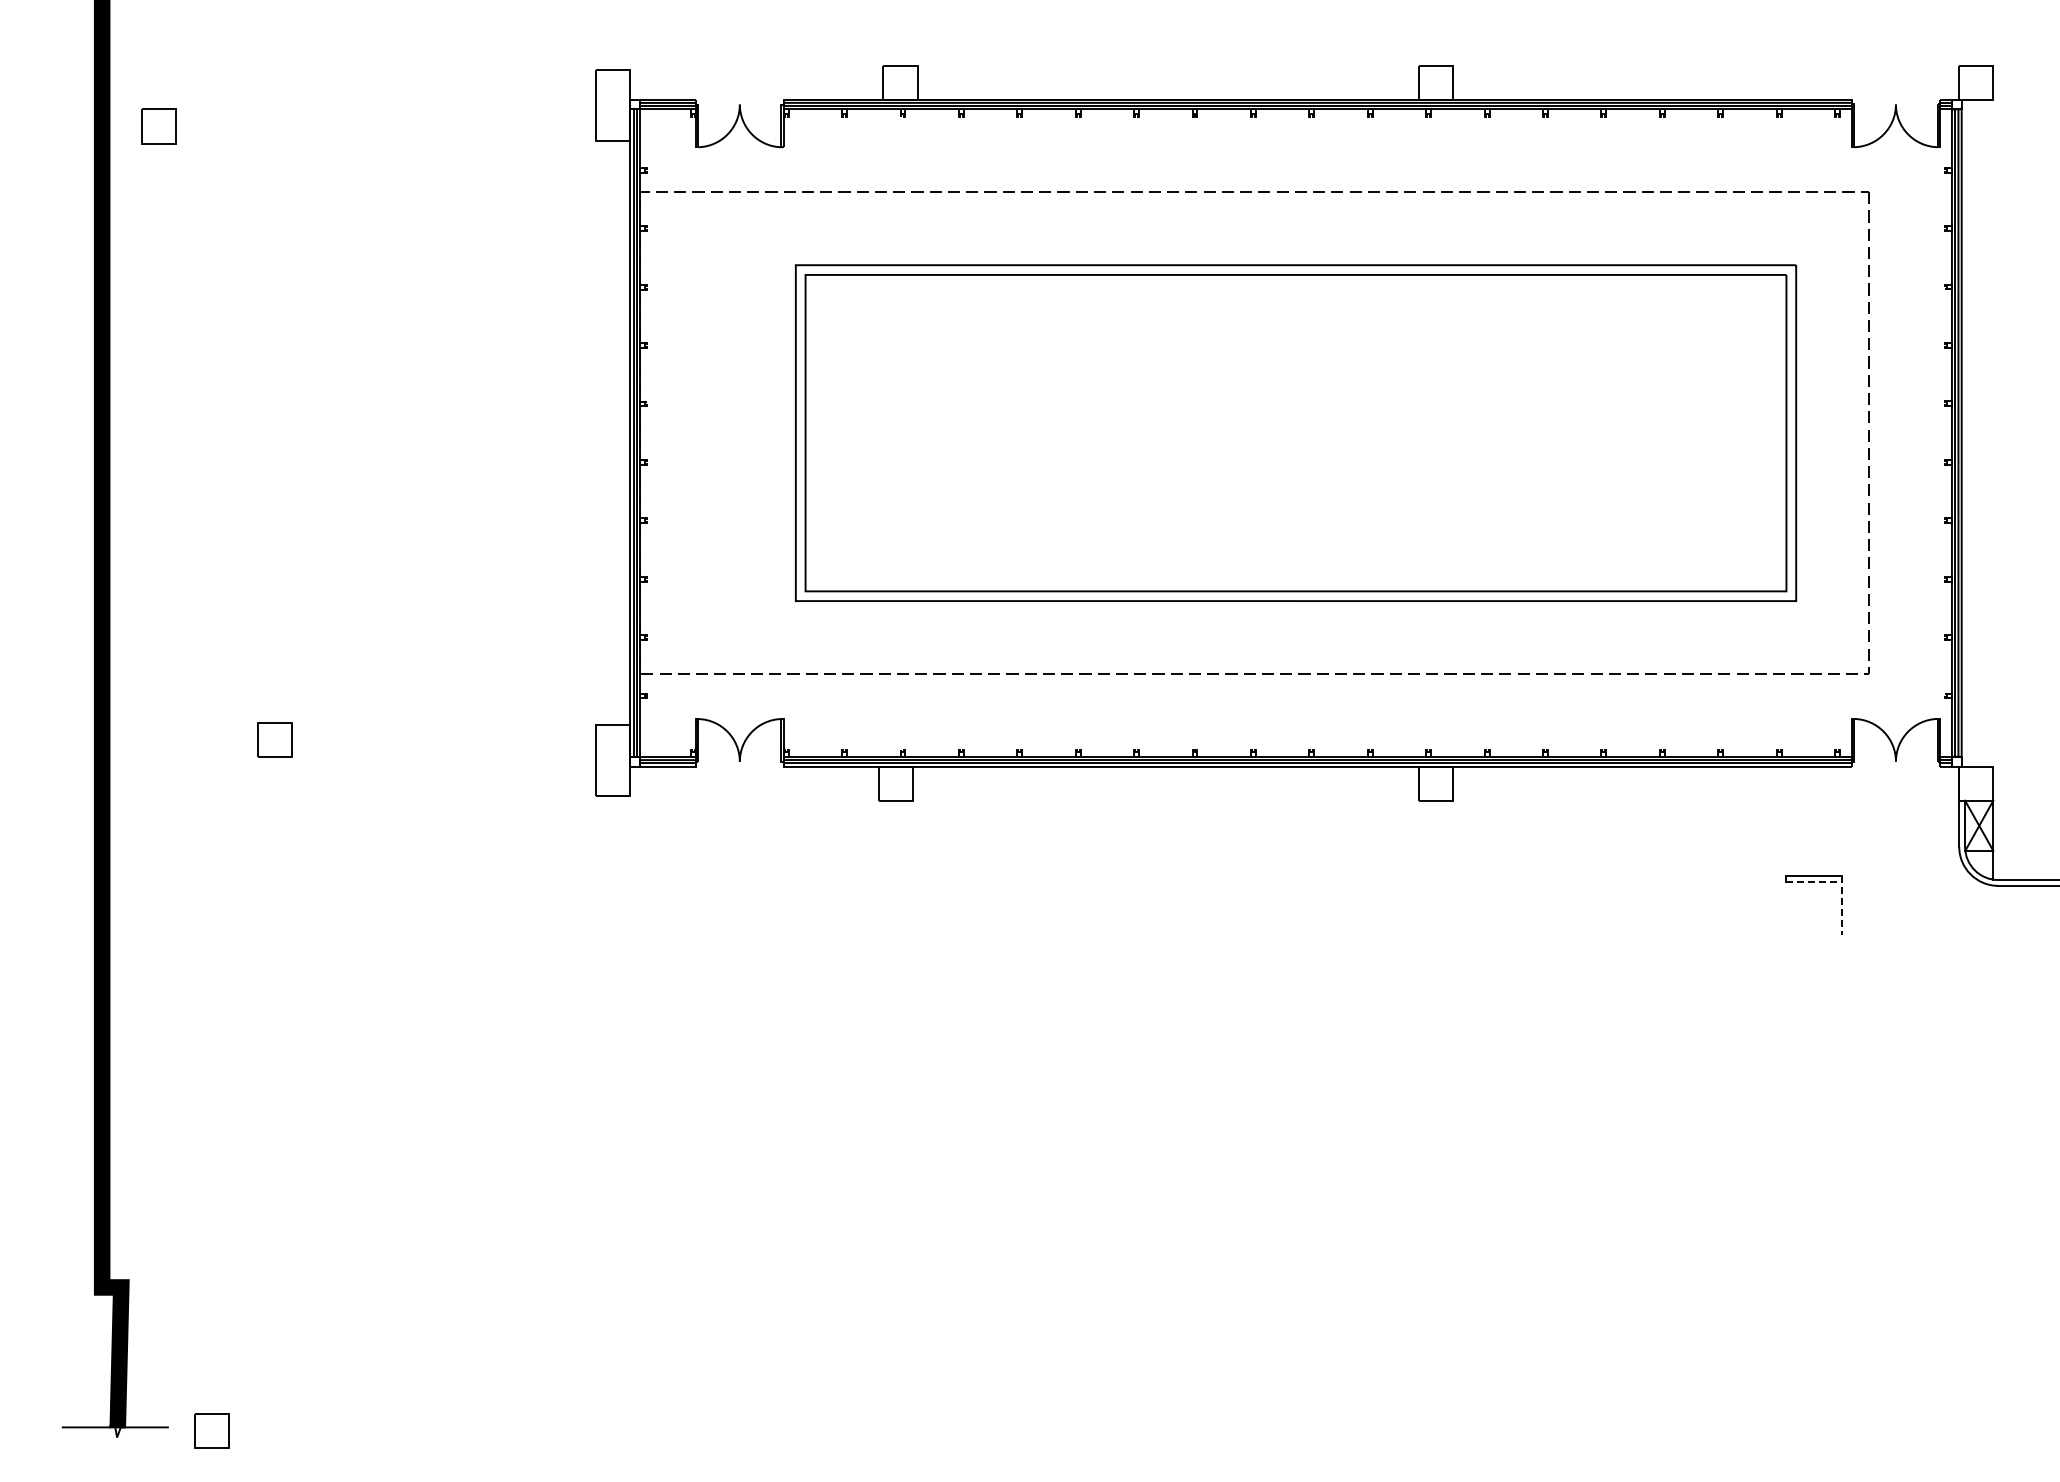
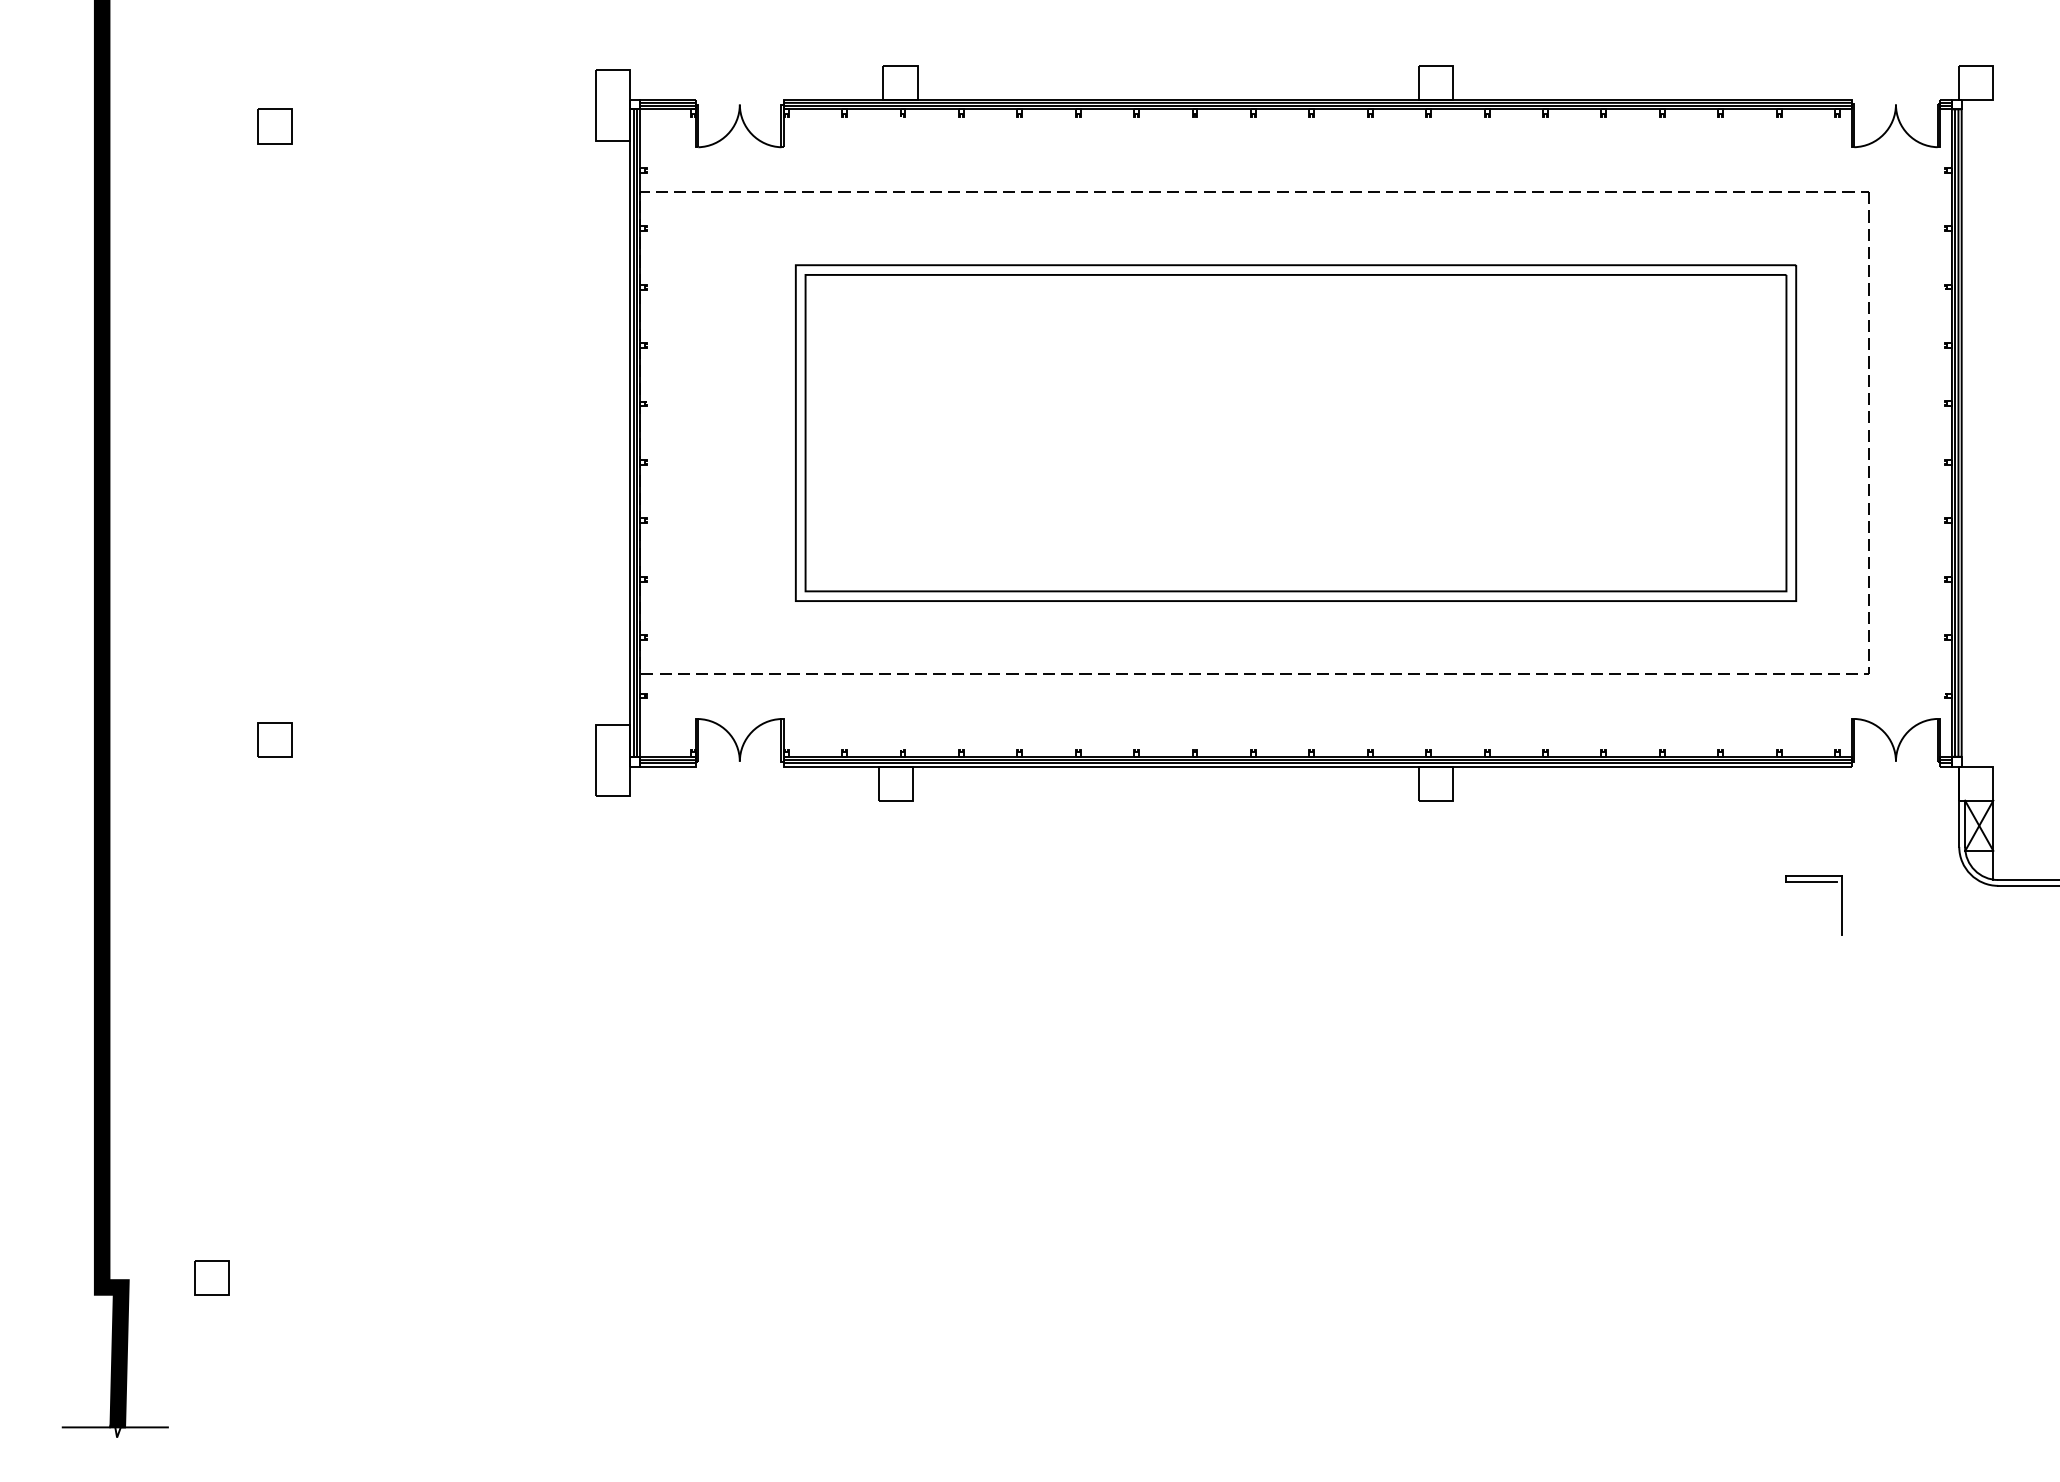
part at (158, 126) position: (158, 126) -> (274, 126)
line at (1811, 881): dashed -> solid
line at (1842, 905): dashed -> solid
part at (211, 1430) position: (211, 1430) -> (211, 1277)
